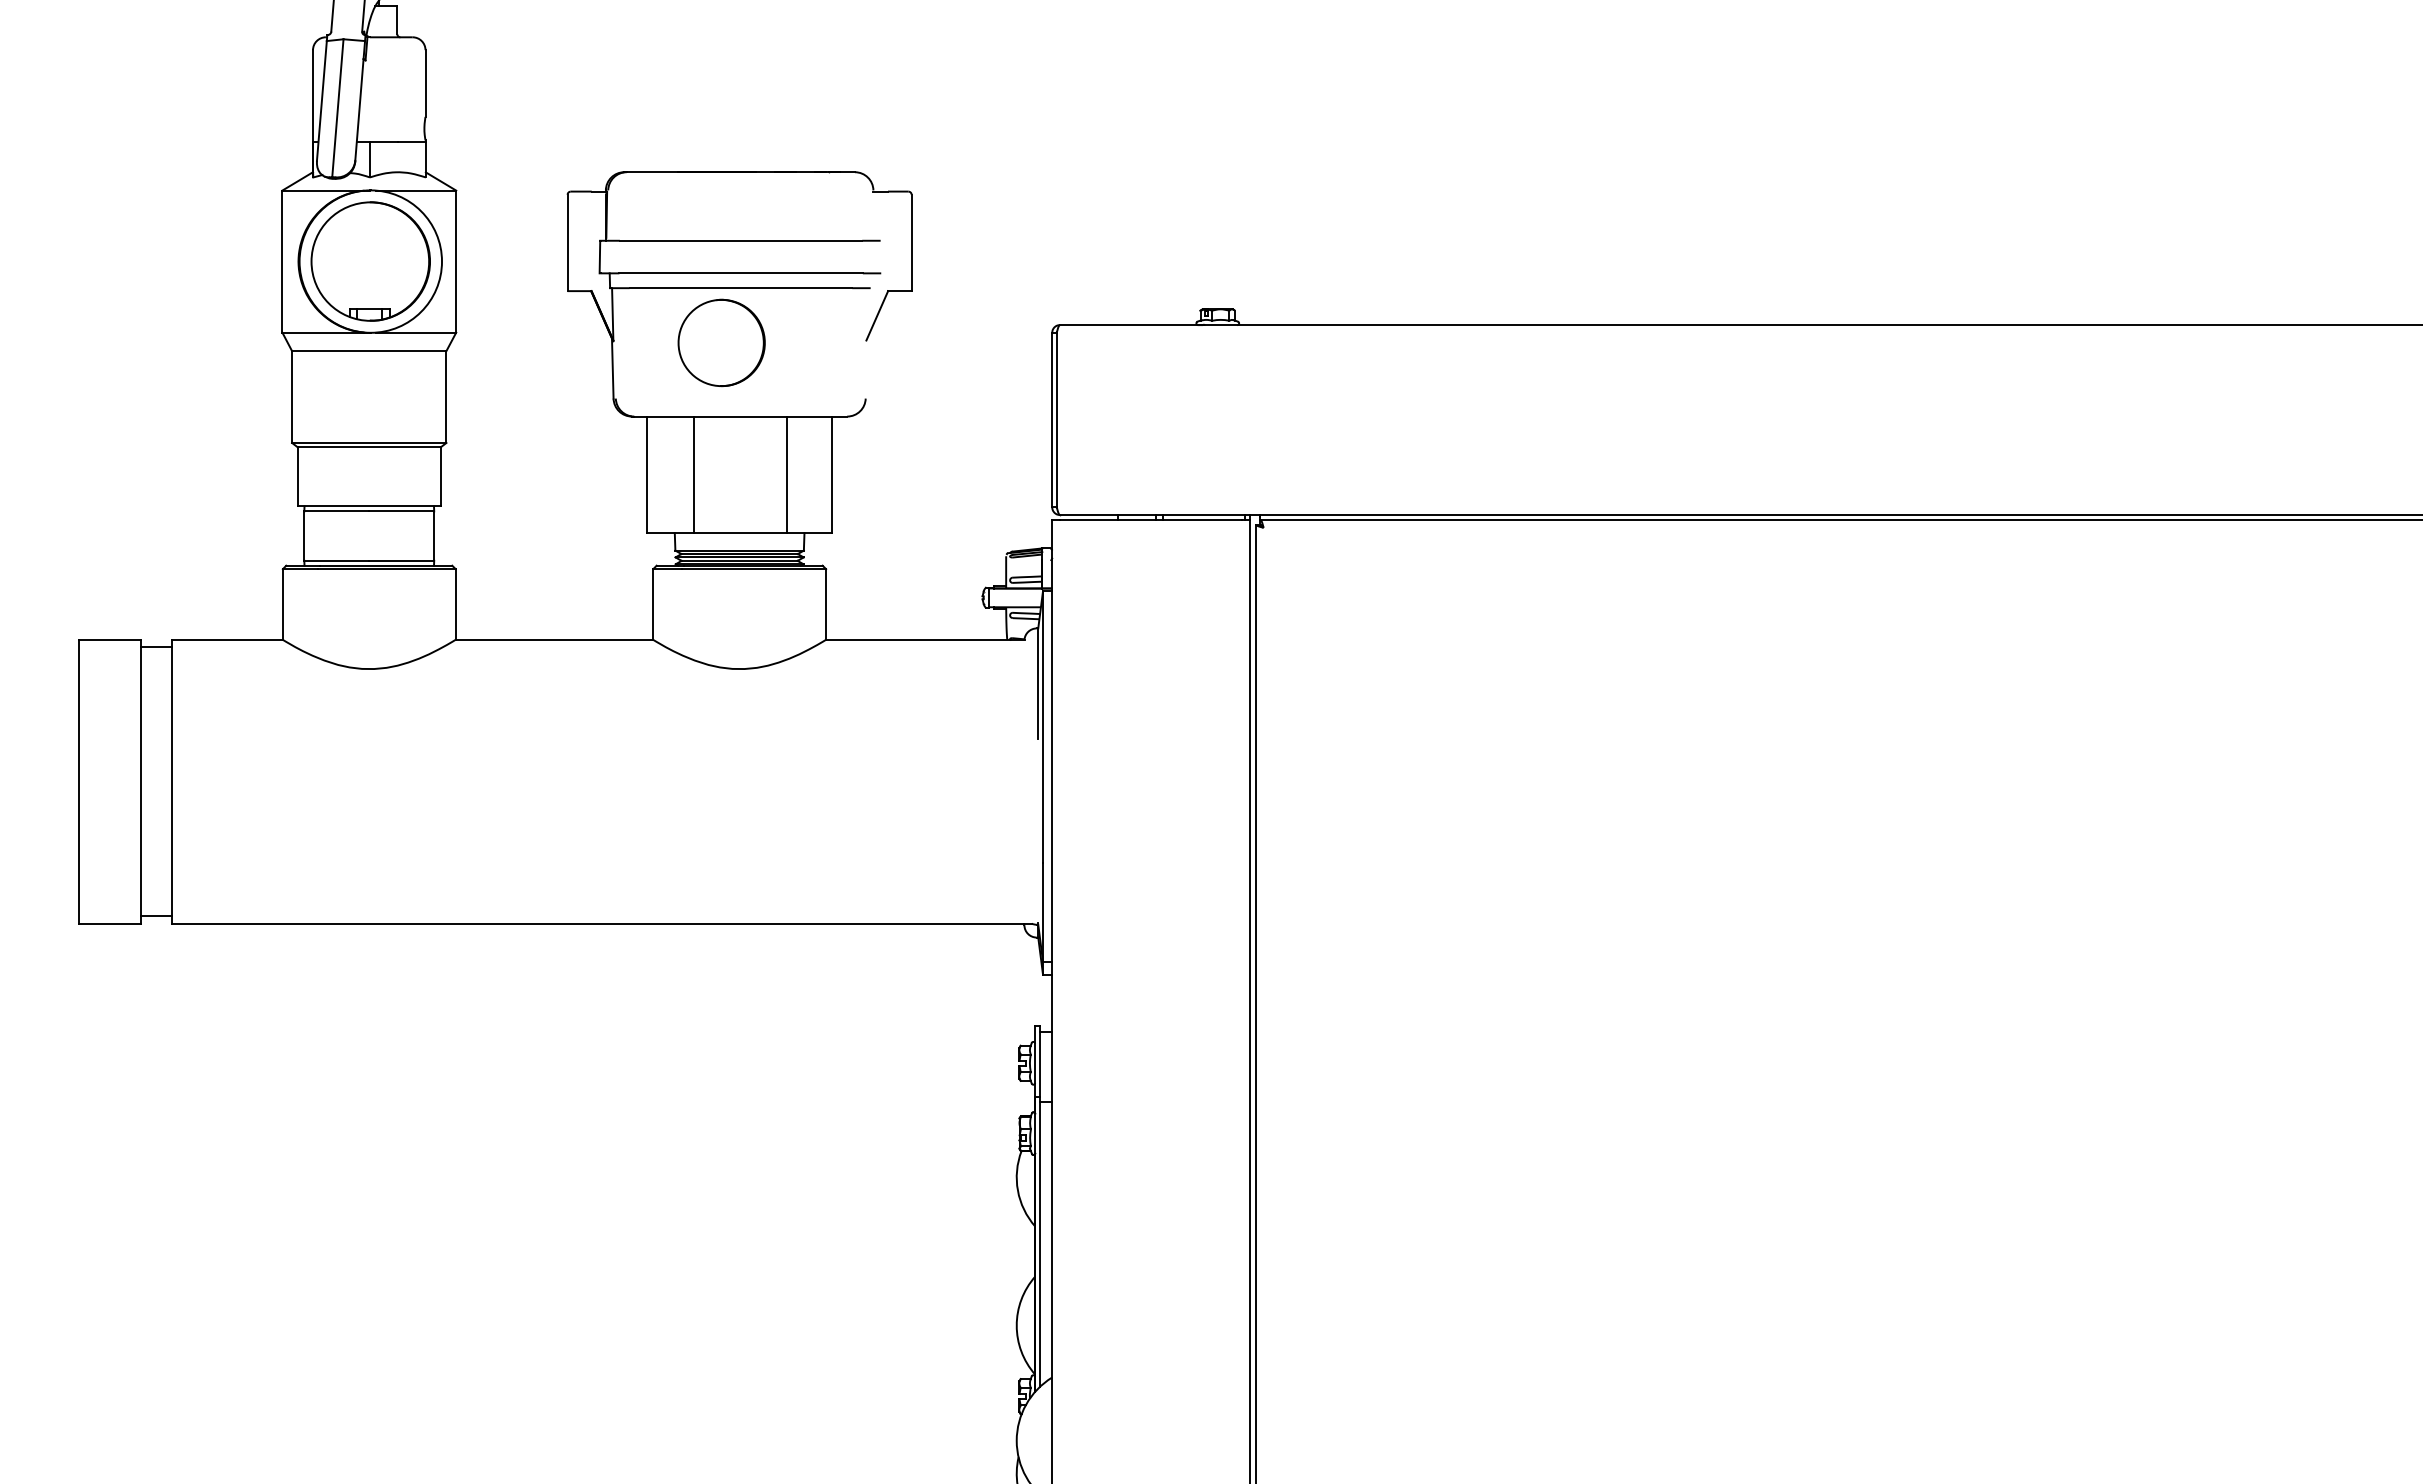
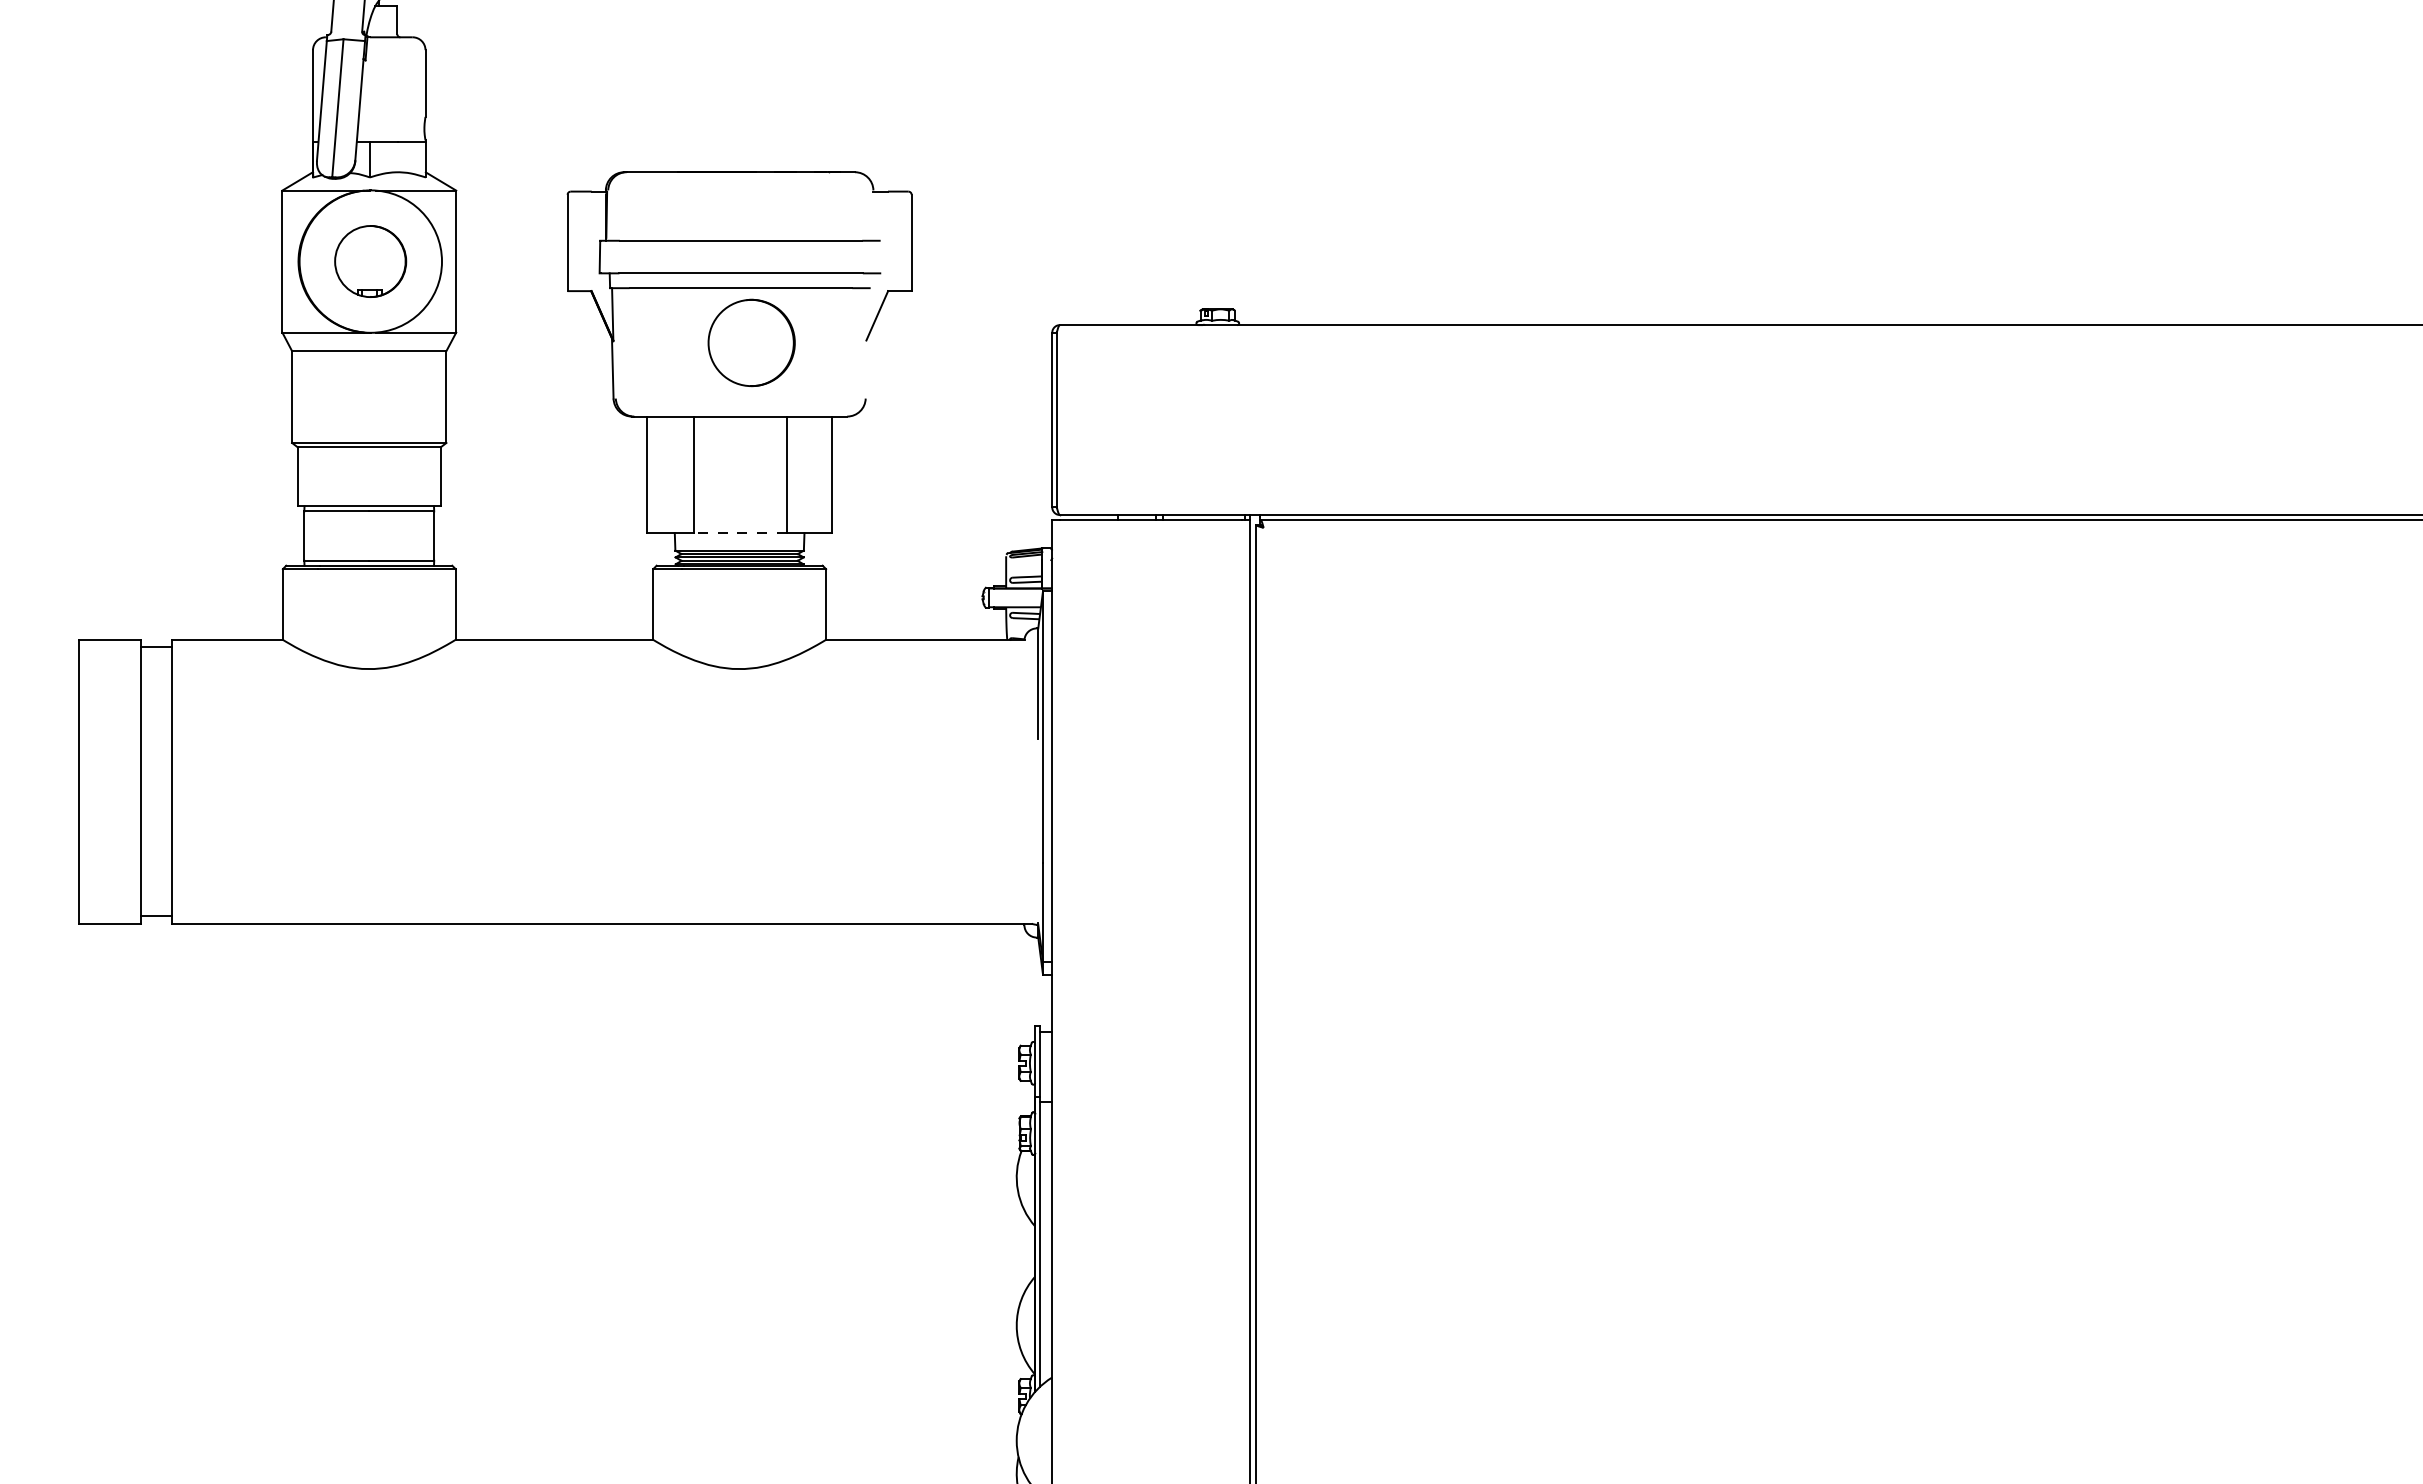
part at (370, 261) size: 121x121 px -> 74x73 px
part at (721, 342) position: (721, 342) -> (751, 342)
line at (739, 533): solid -> dashed
